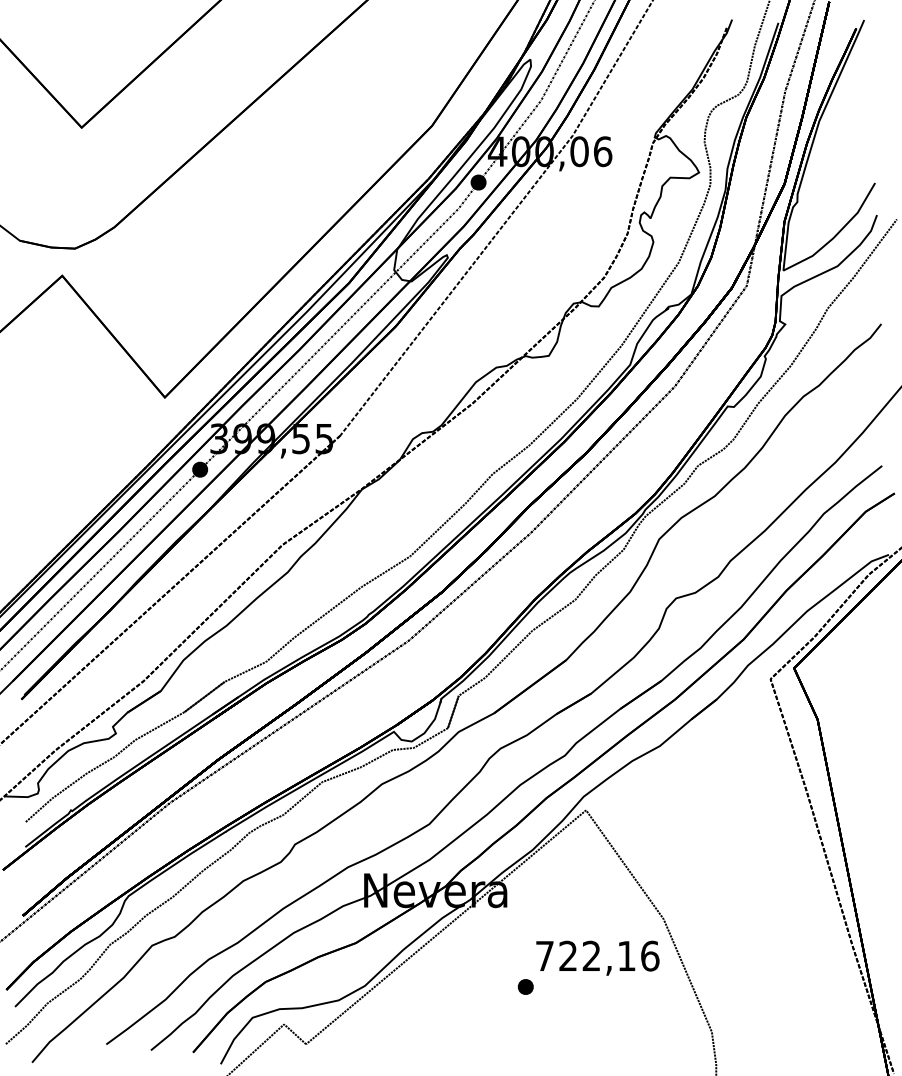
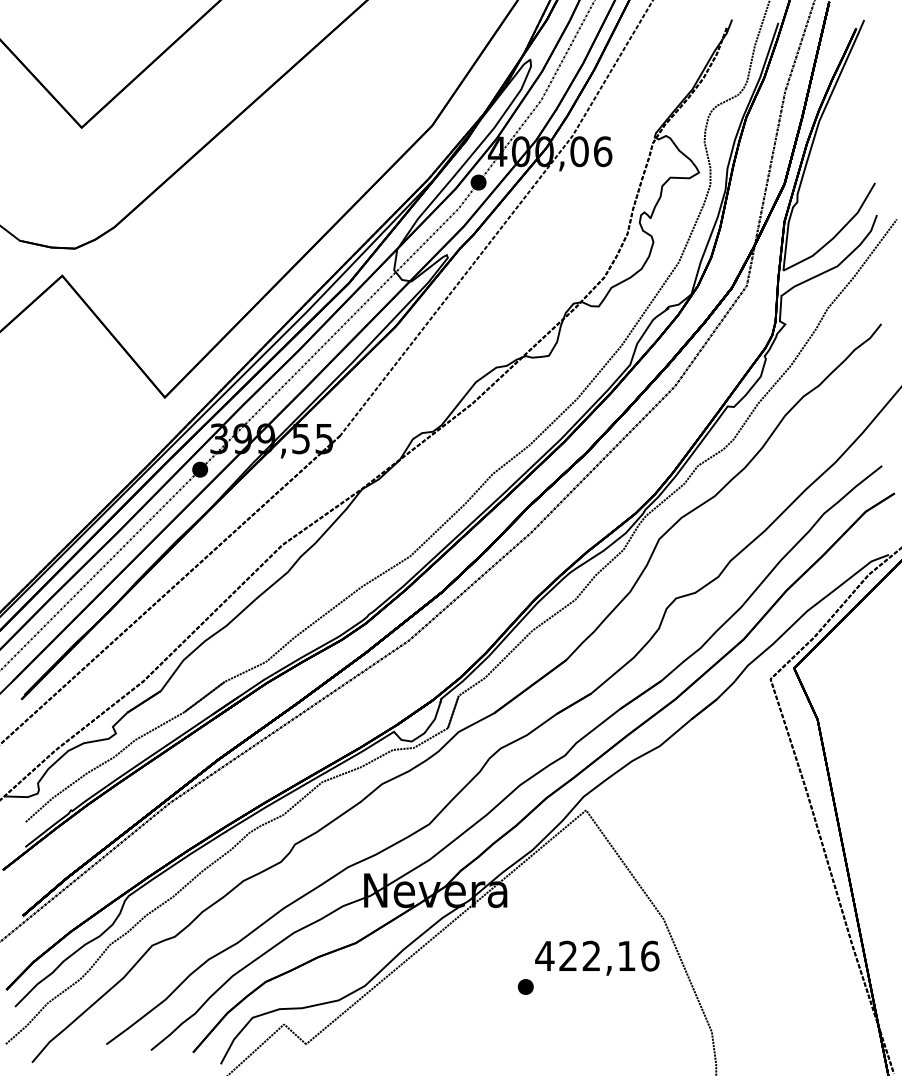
text at (544, 955): 722,16 -> 422,16
